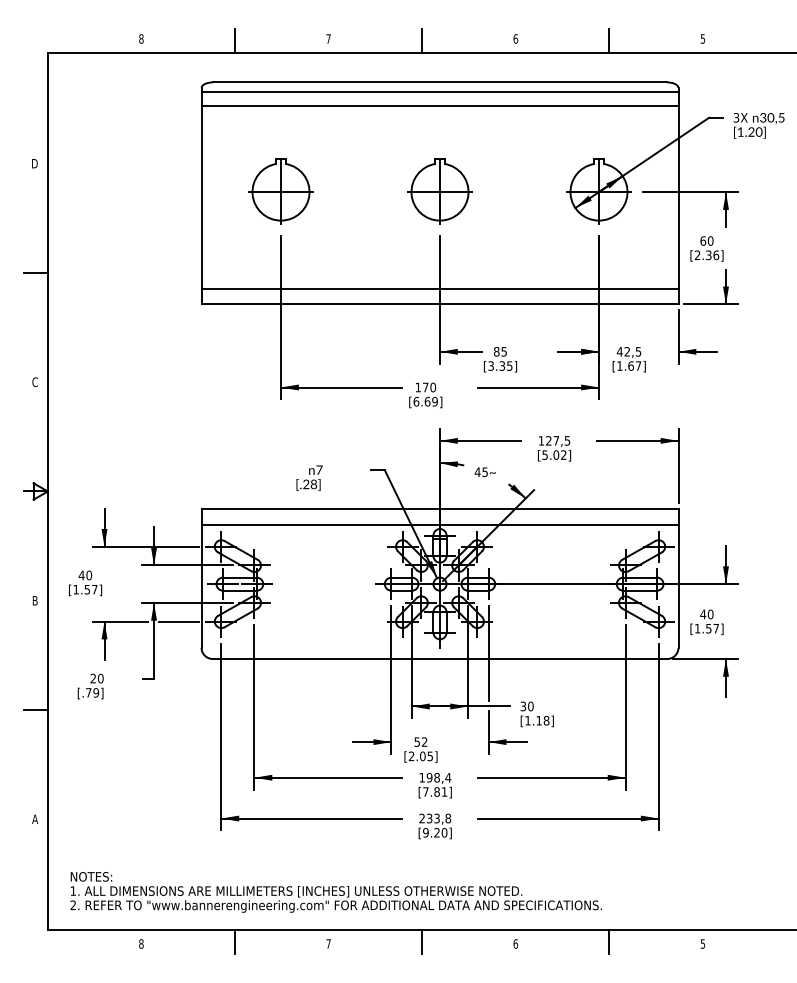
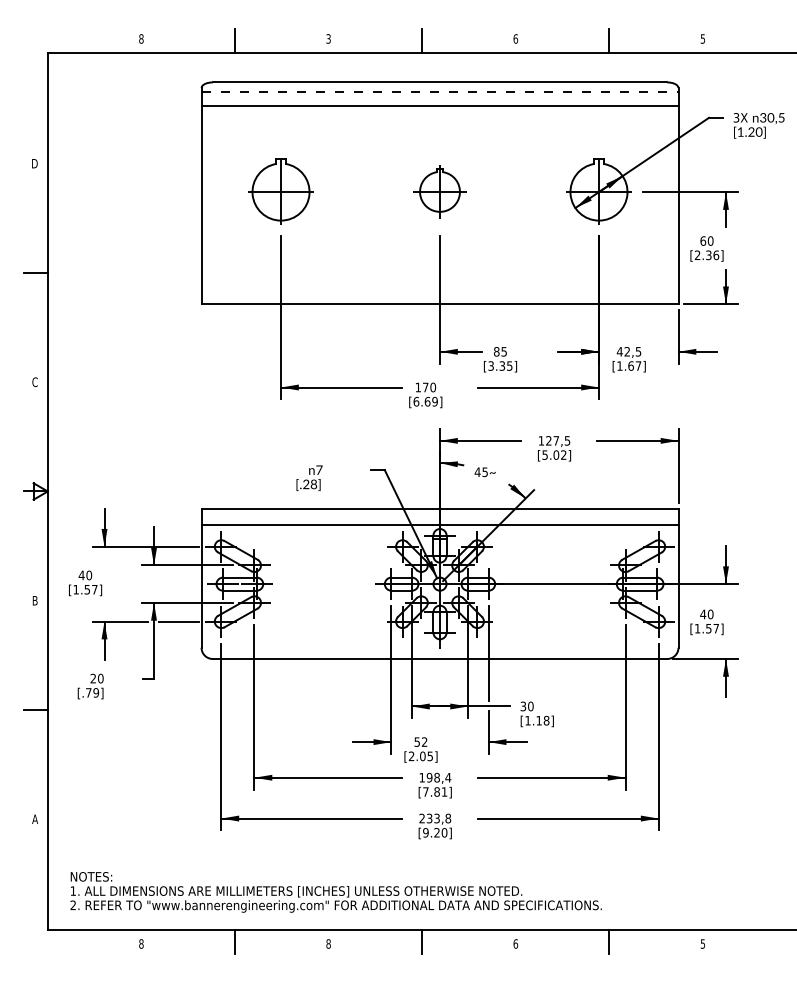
text at (328, 38): 7 -> 3
line at (440, 92): solid -> dashed
part at (439, 191) size: 66x67 px -> 54x54 px
line at (439, 288): present -> none
text at (328, 943): 7 -> 8
